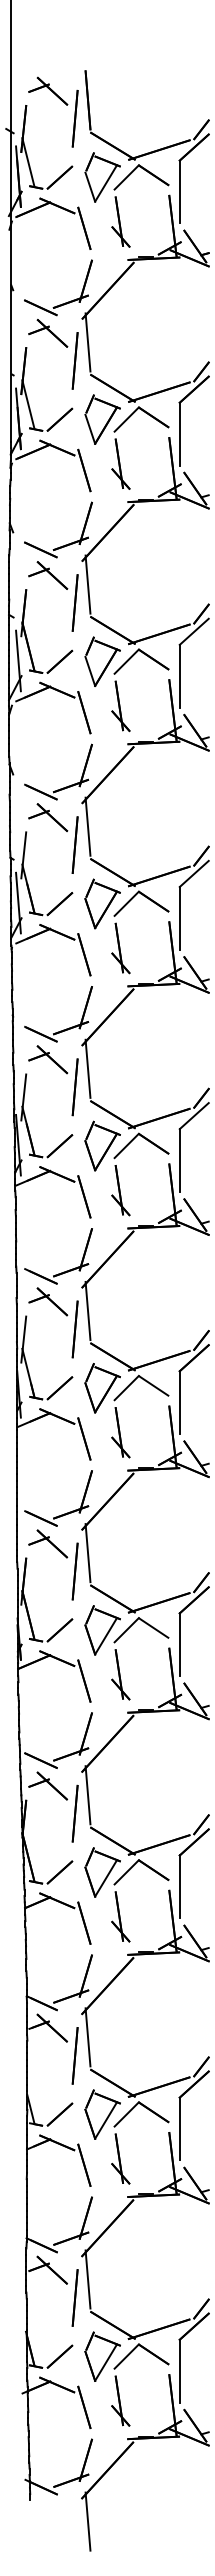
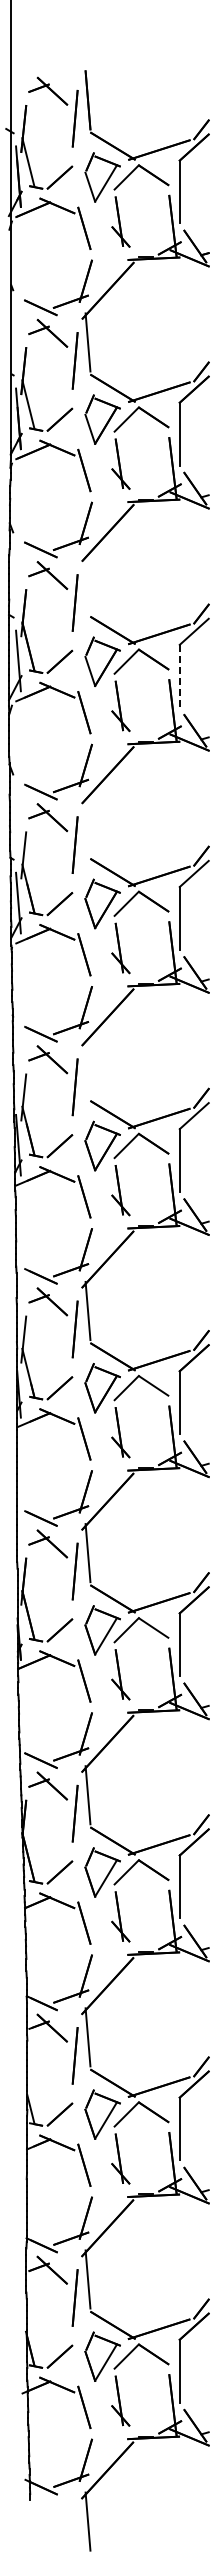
line at (87, 584): present -> none
line at (179, 676): solid -> dashed
line at (87, 826): present -> none
line at (87, 1068): present -> none
